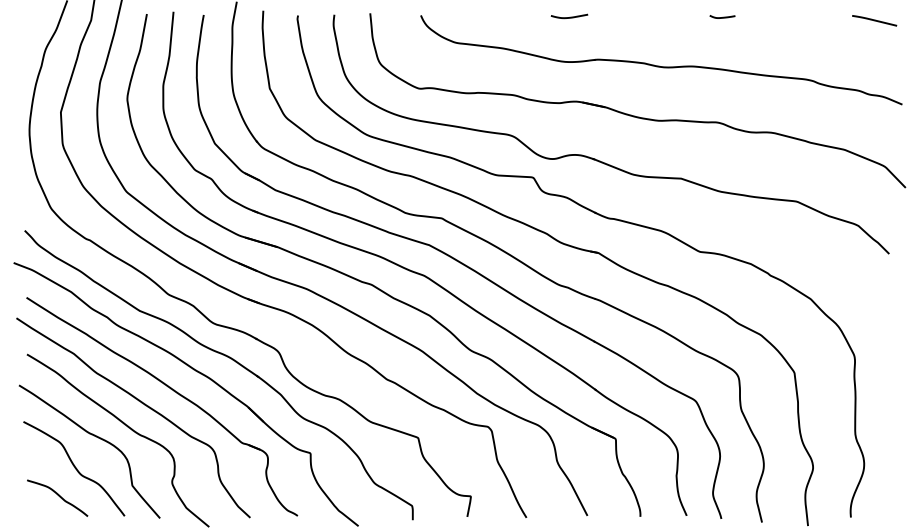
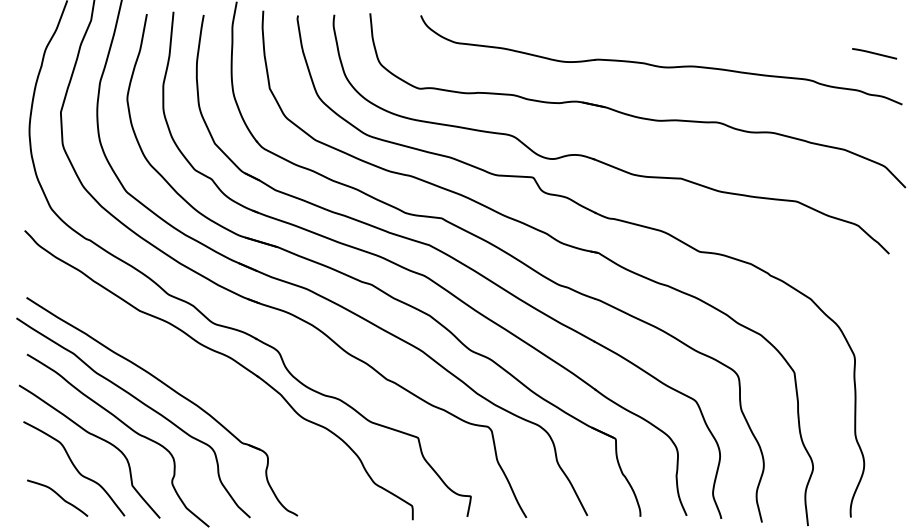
curve at (570, 16): present -> none
curve at (723, 16): present -> none
line at (874, 20) position: (874, 20) -> (874, 53)
part at (200, 374): present -> none
